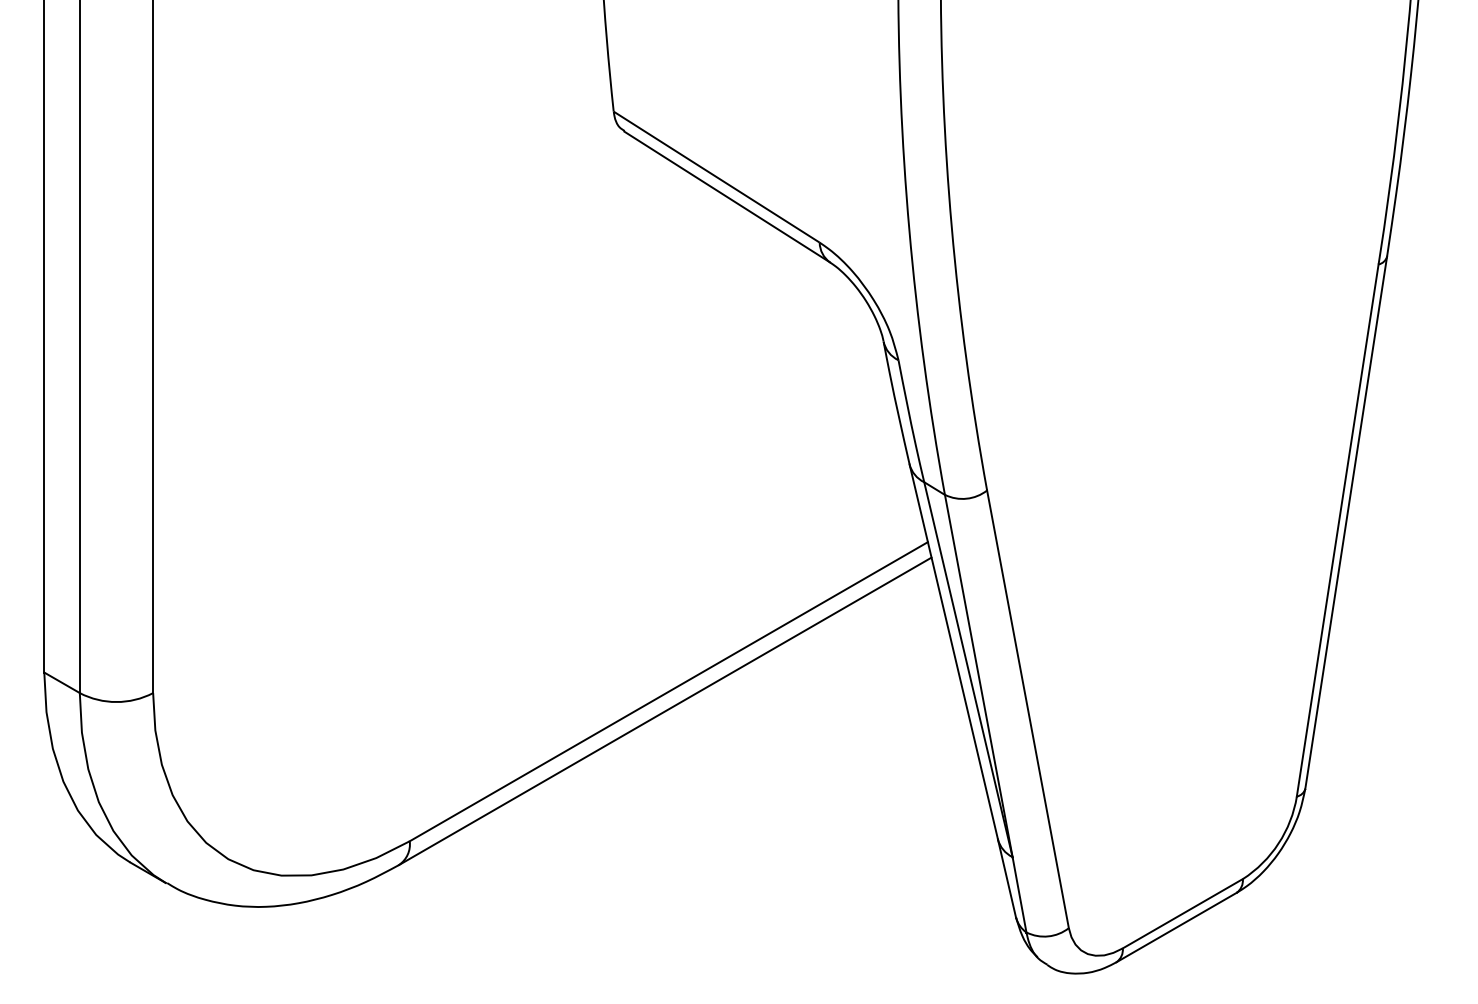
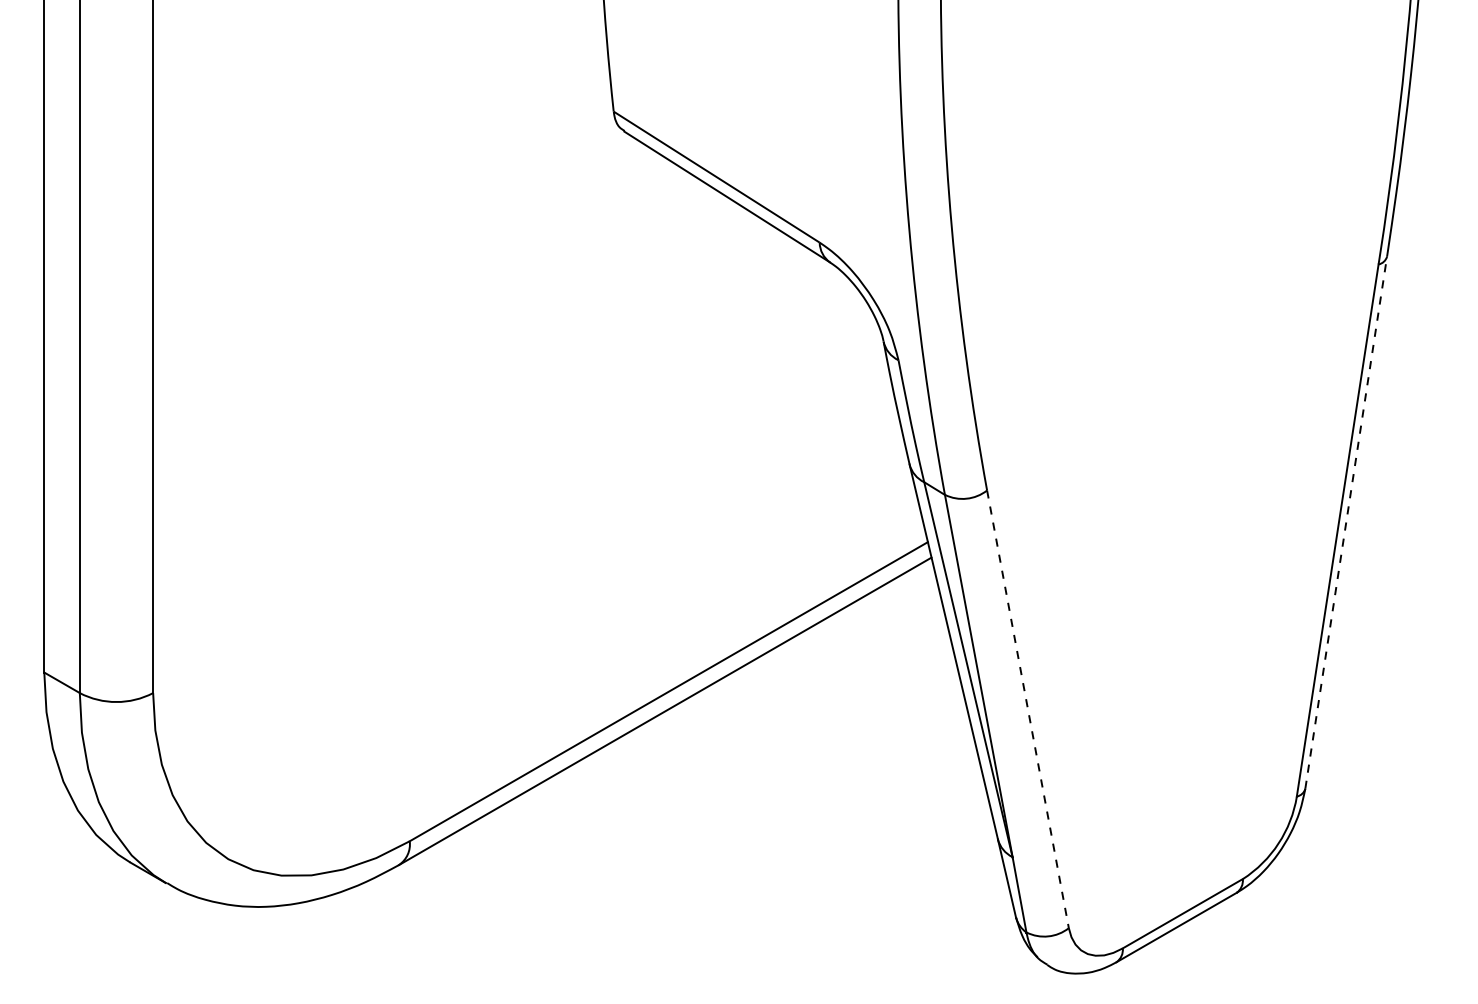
line at (1346, 522): solid -> dashed
line at (1027, 709): solid -> dashed
